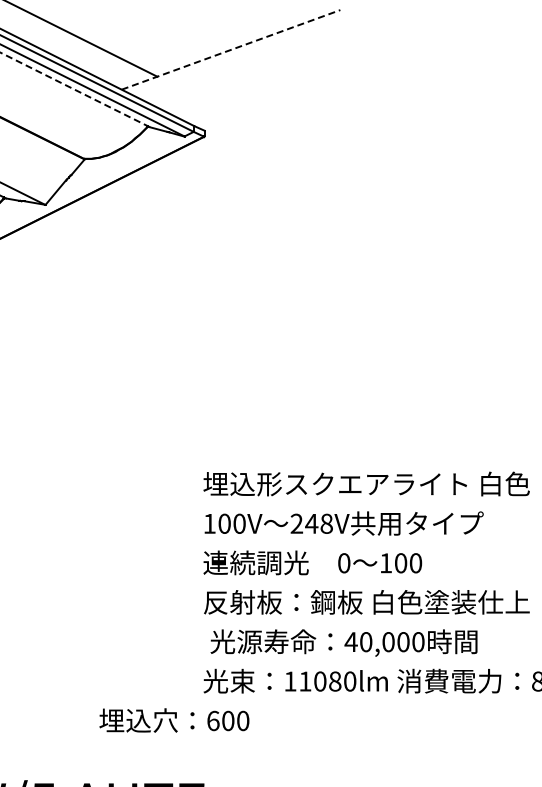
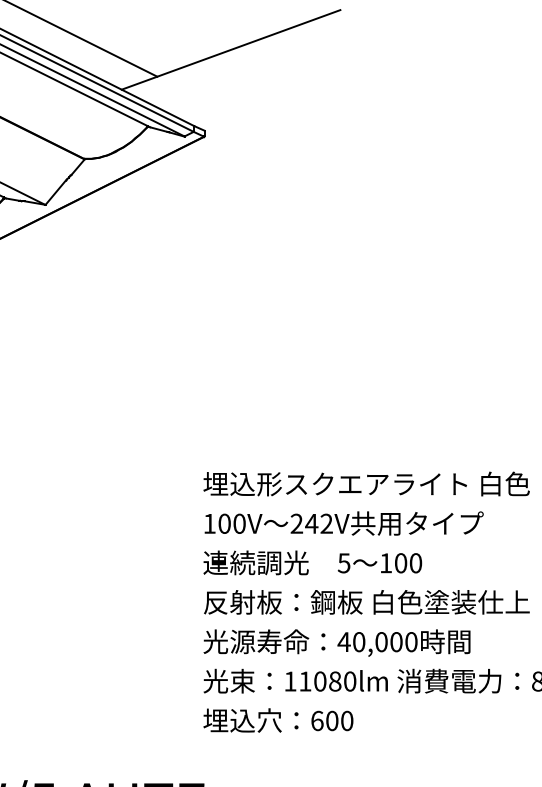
line at (231, 49): dashed -> solid
line at (75, 89): dashed -> solid
text at (326, 523): 248V -> 242V
text at (343, 563): 0 -> 5
text at (343, 642) position: (343, 642) -> (336, 642)
text at (174, 720) position: (174, 720) -> (278, 720)
